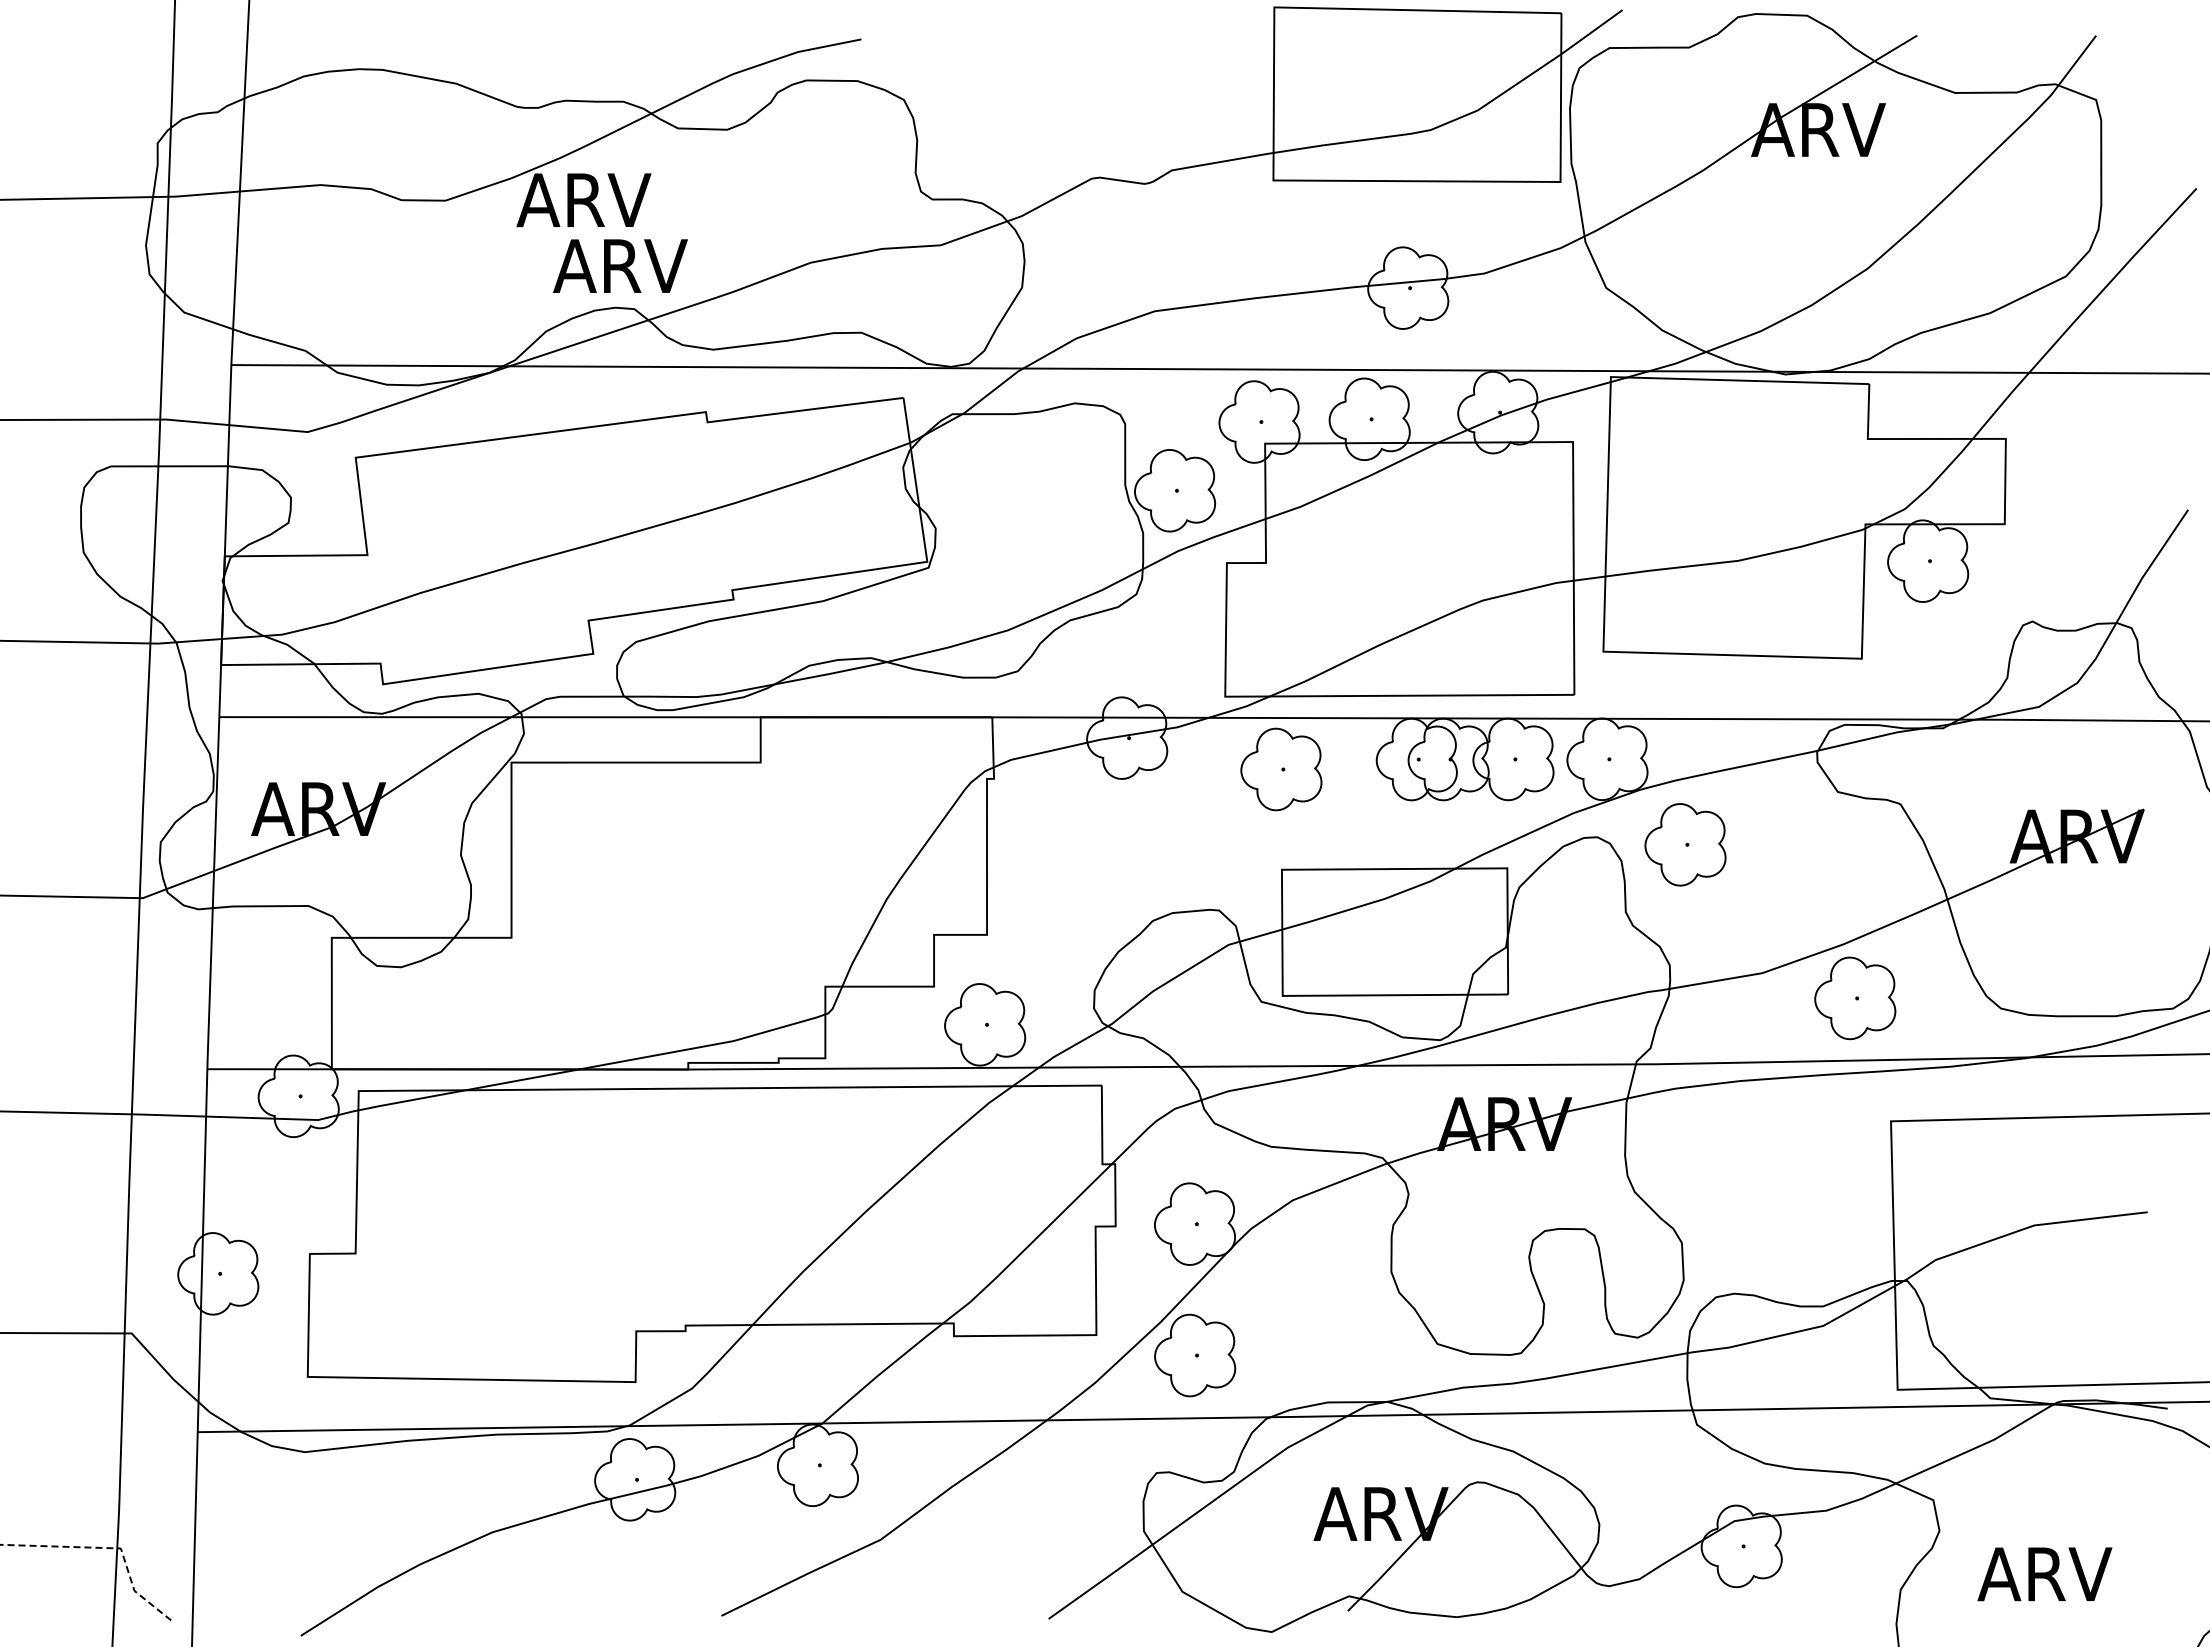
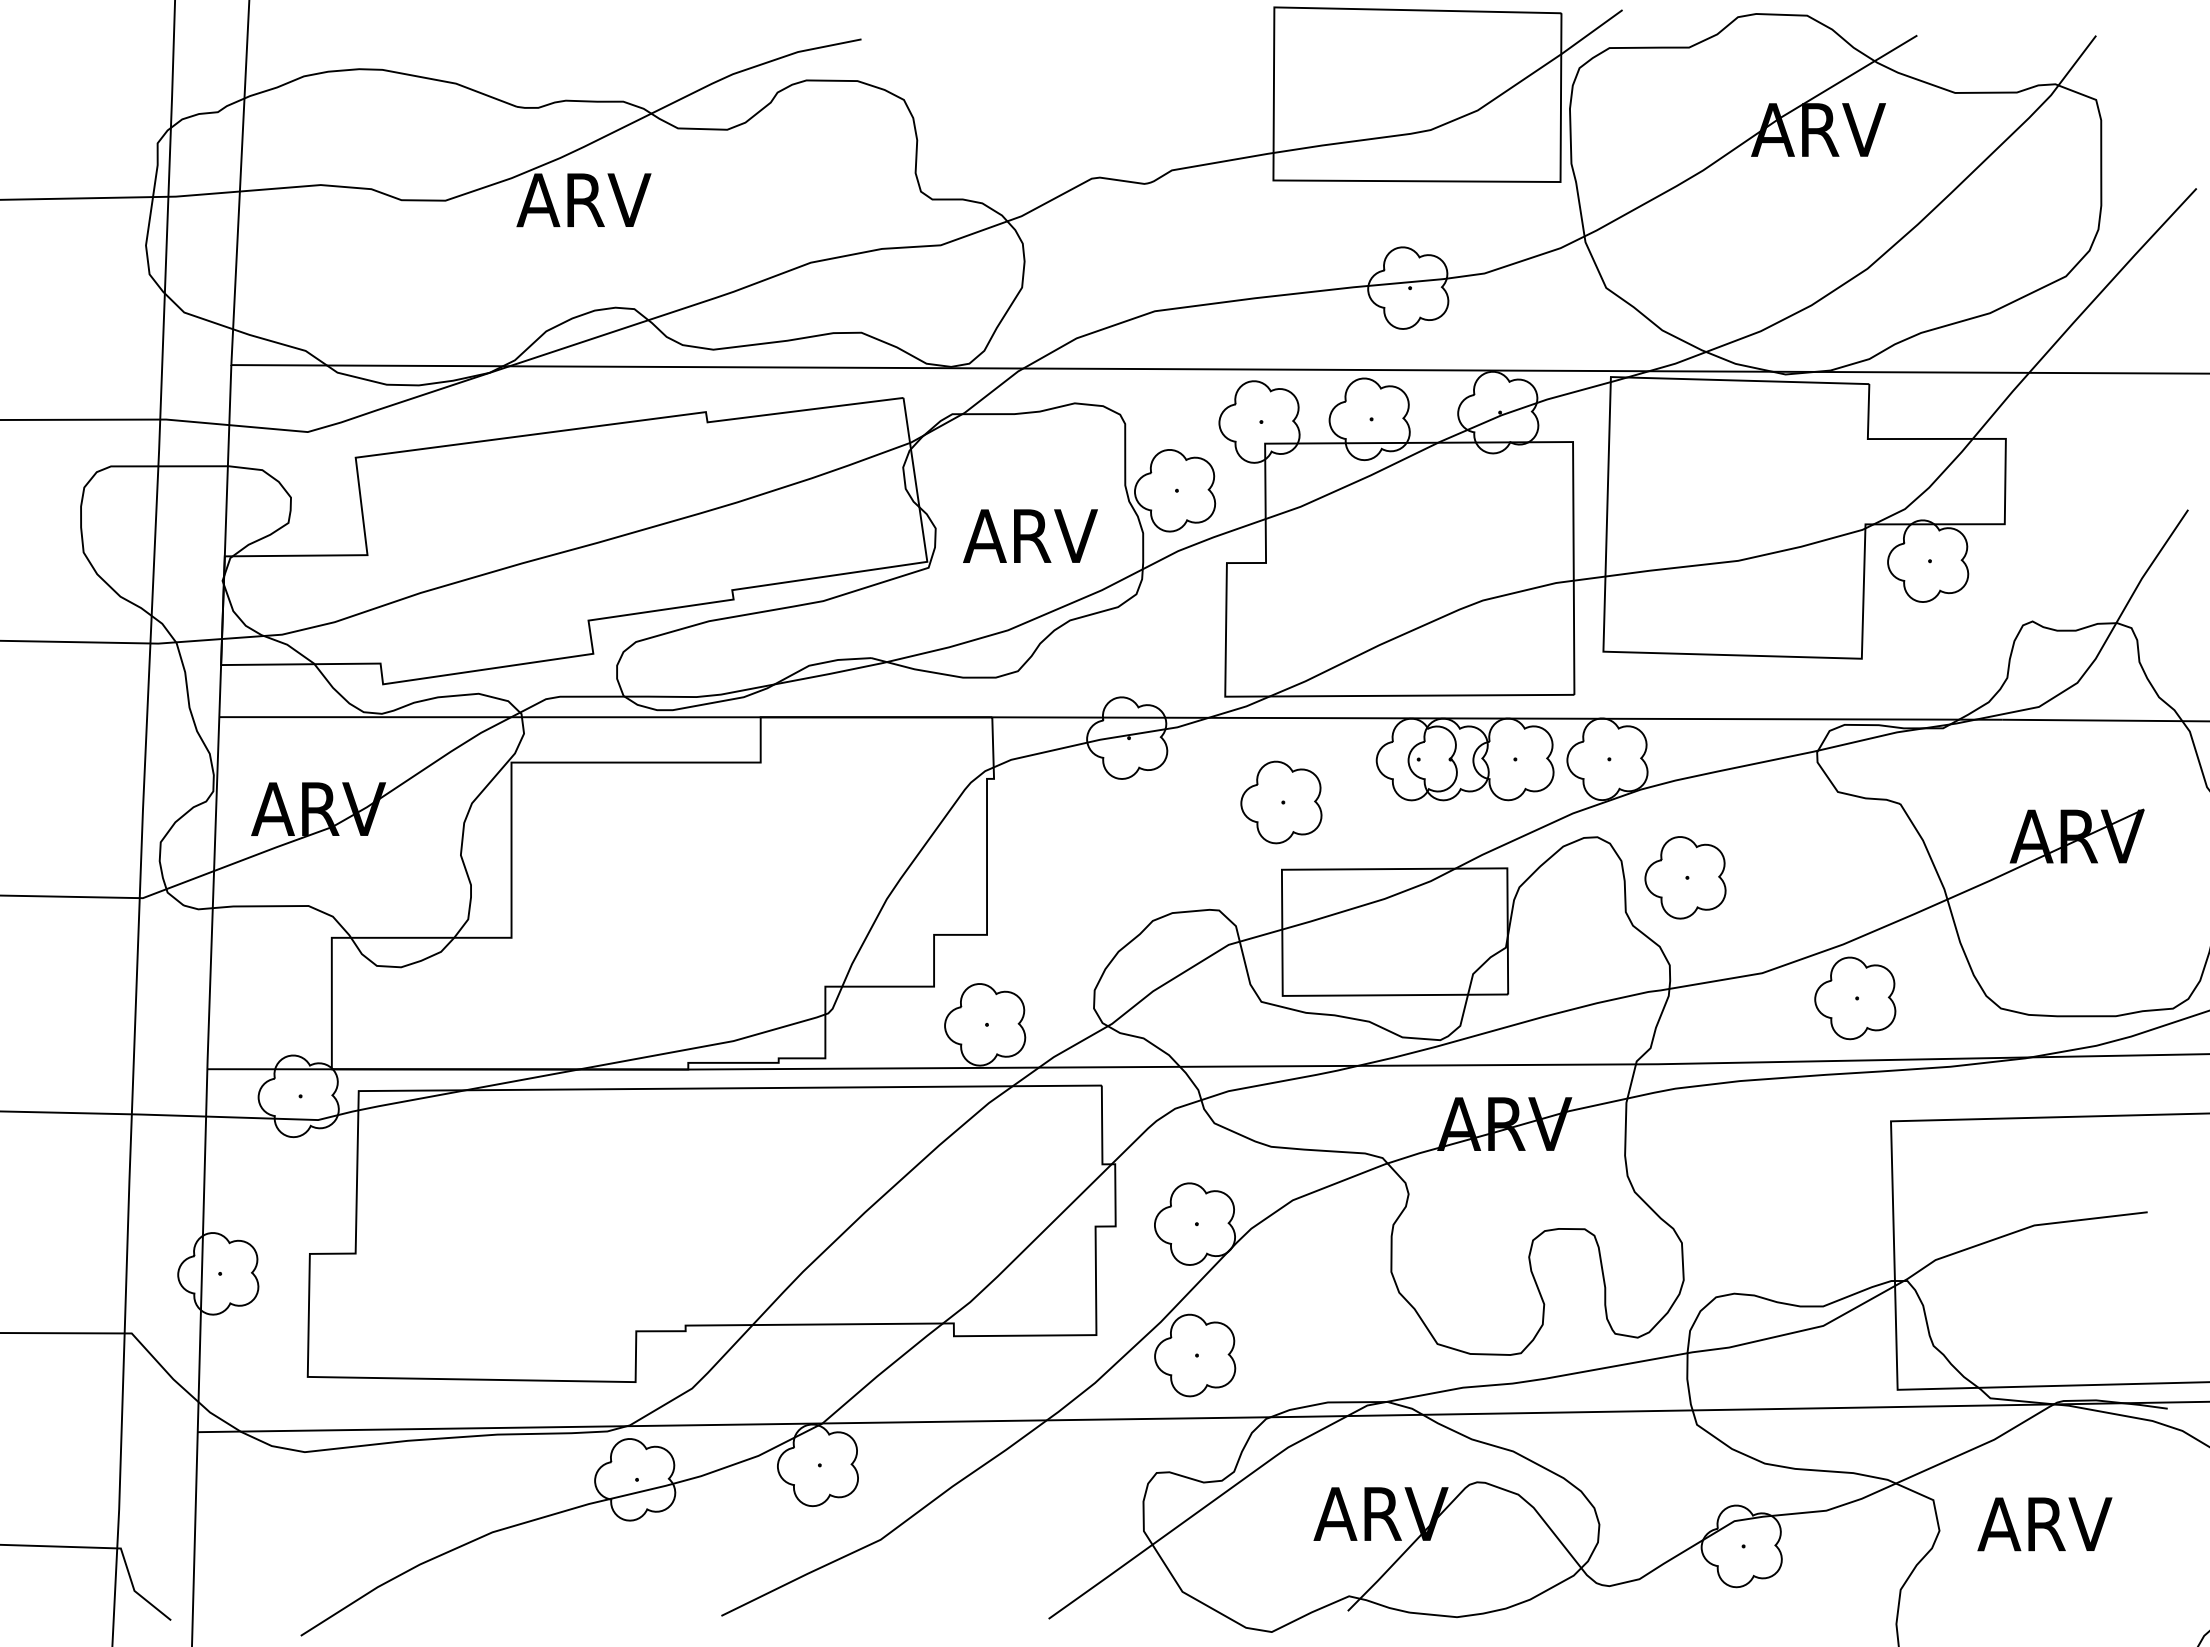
text at (620, 265) position: (620, 265) -> (1030, 535)
part at (1281, 769) position: (1281, 769) -> (1281, 802)
part at (1685, 844) position: (1685, 844) -> (1685, 877)
line at (107, 1548): dashed -> solid
text at (2044, 1574) position: (2044, 1574) -> (2044, 1524)
